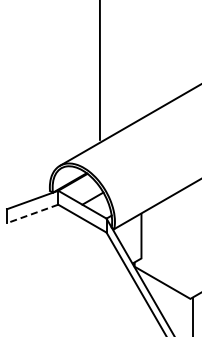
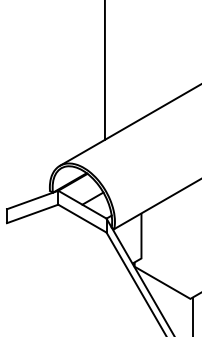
line at (99, 70) position: (99, 70) -> (104, 70)
line at (32, 214): dashed -> solid
